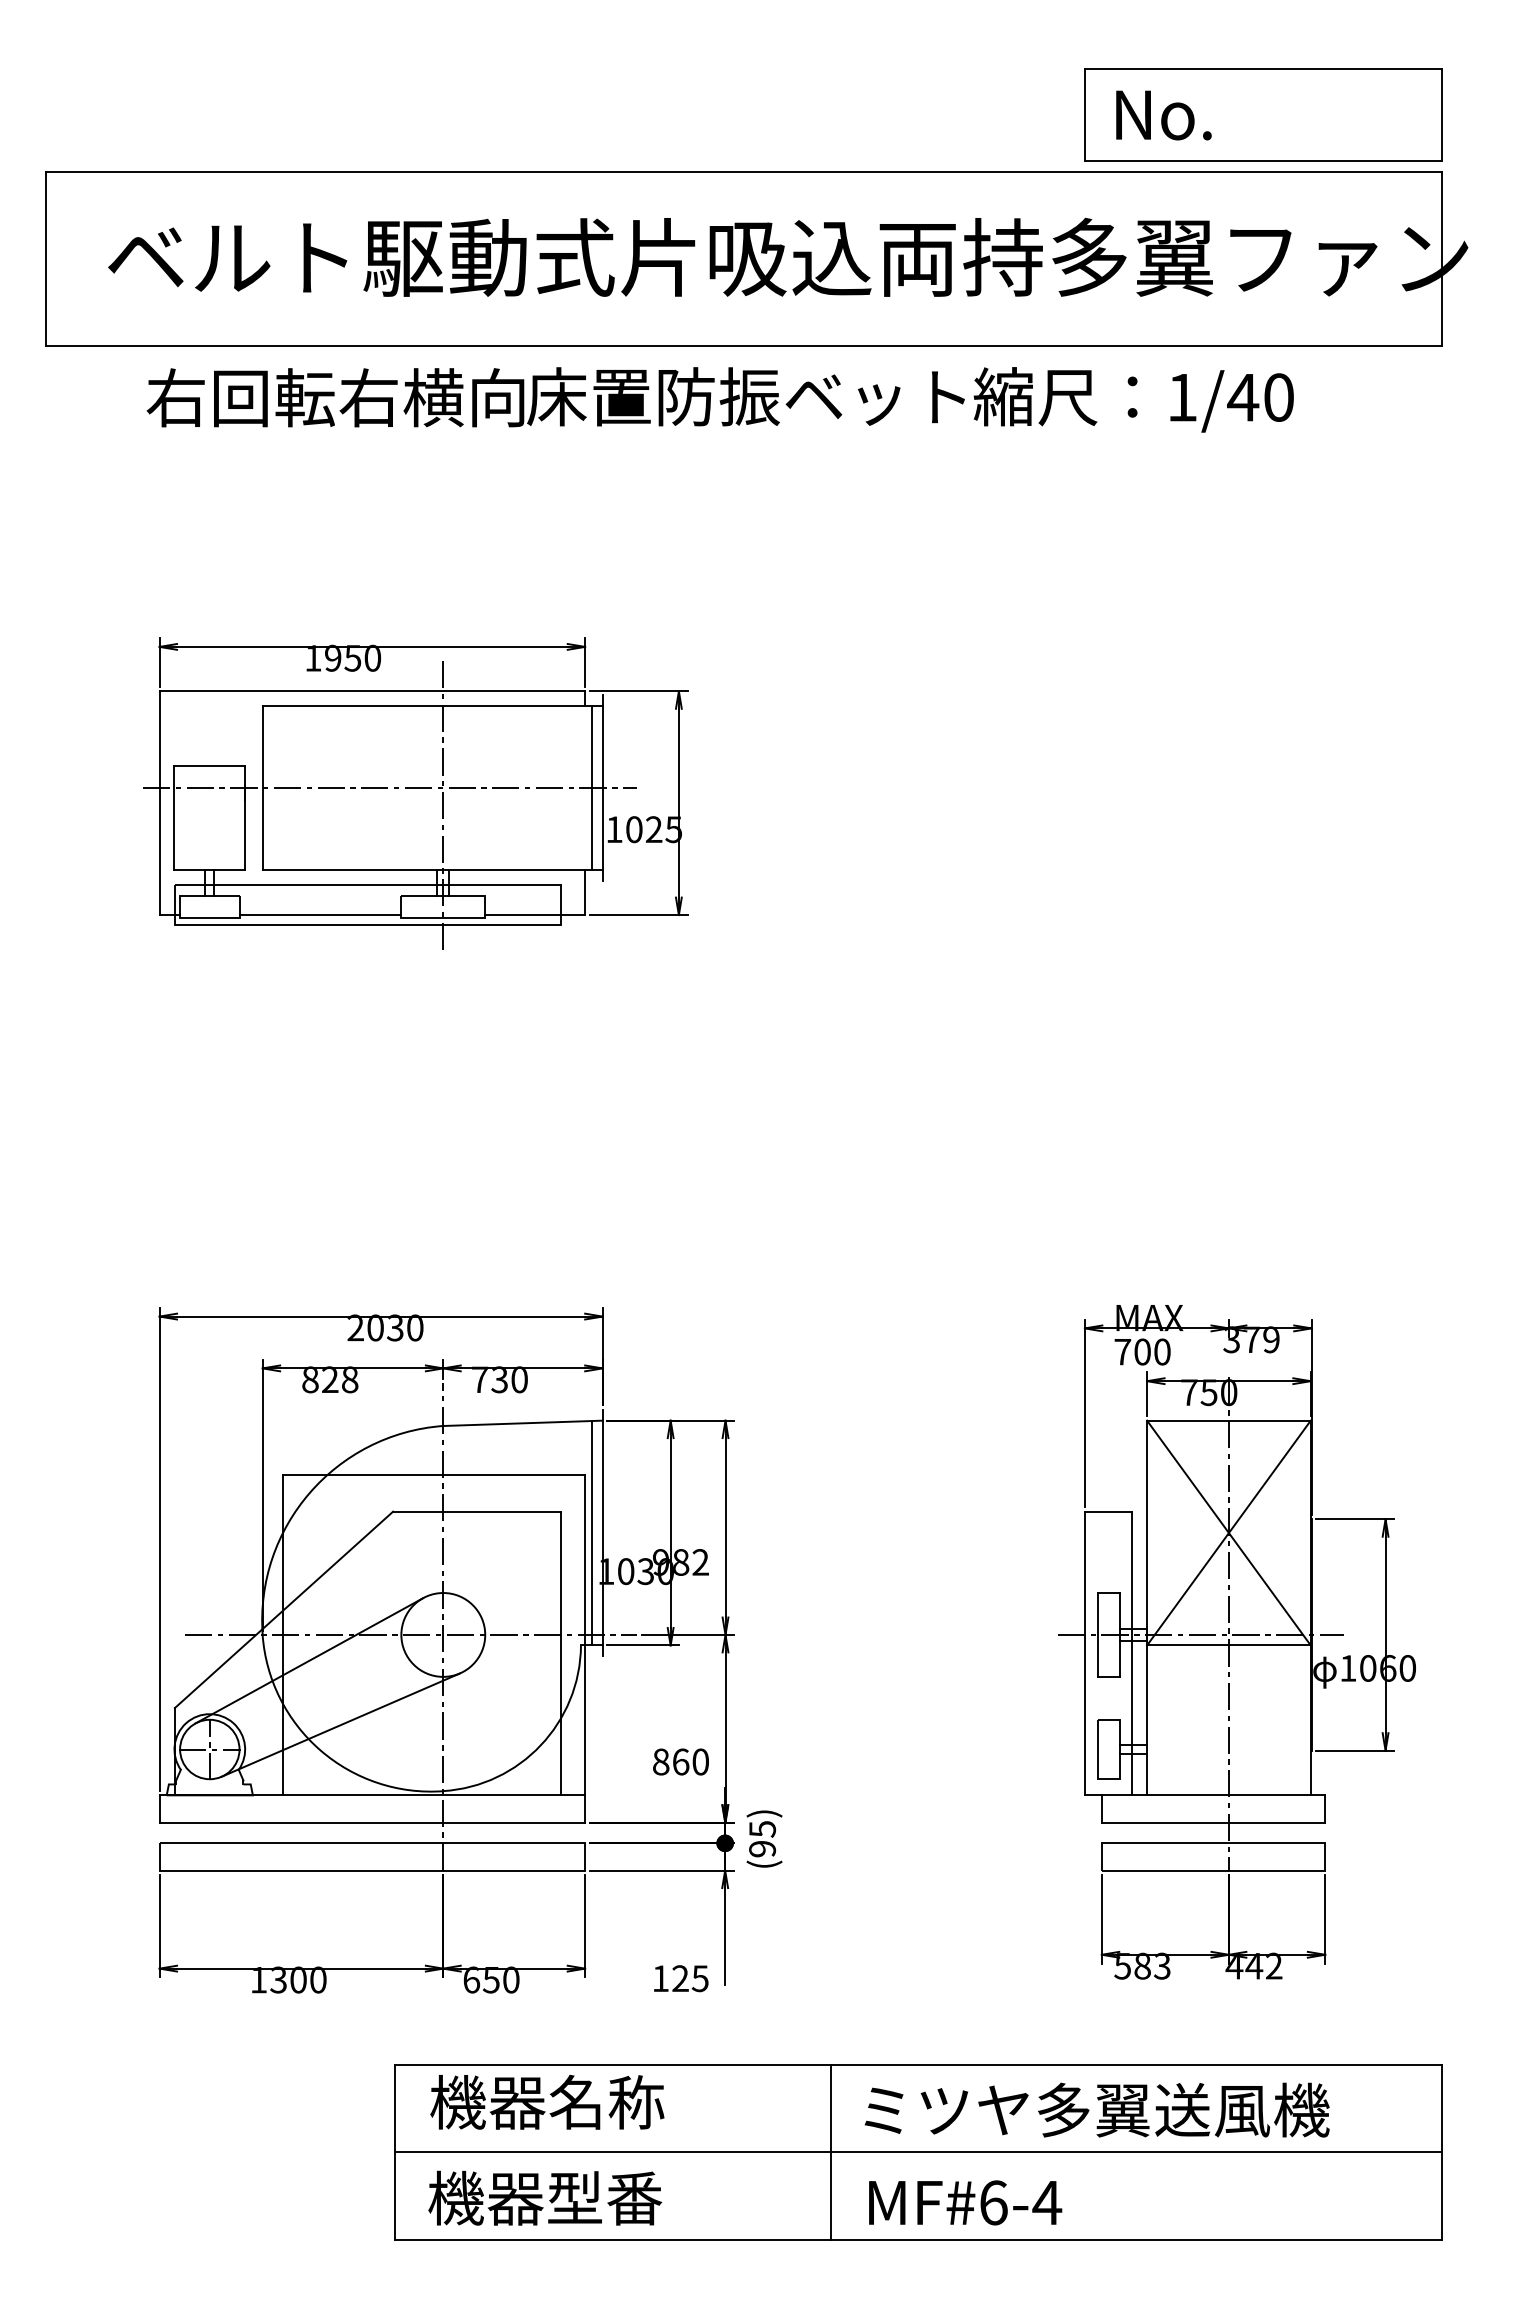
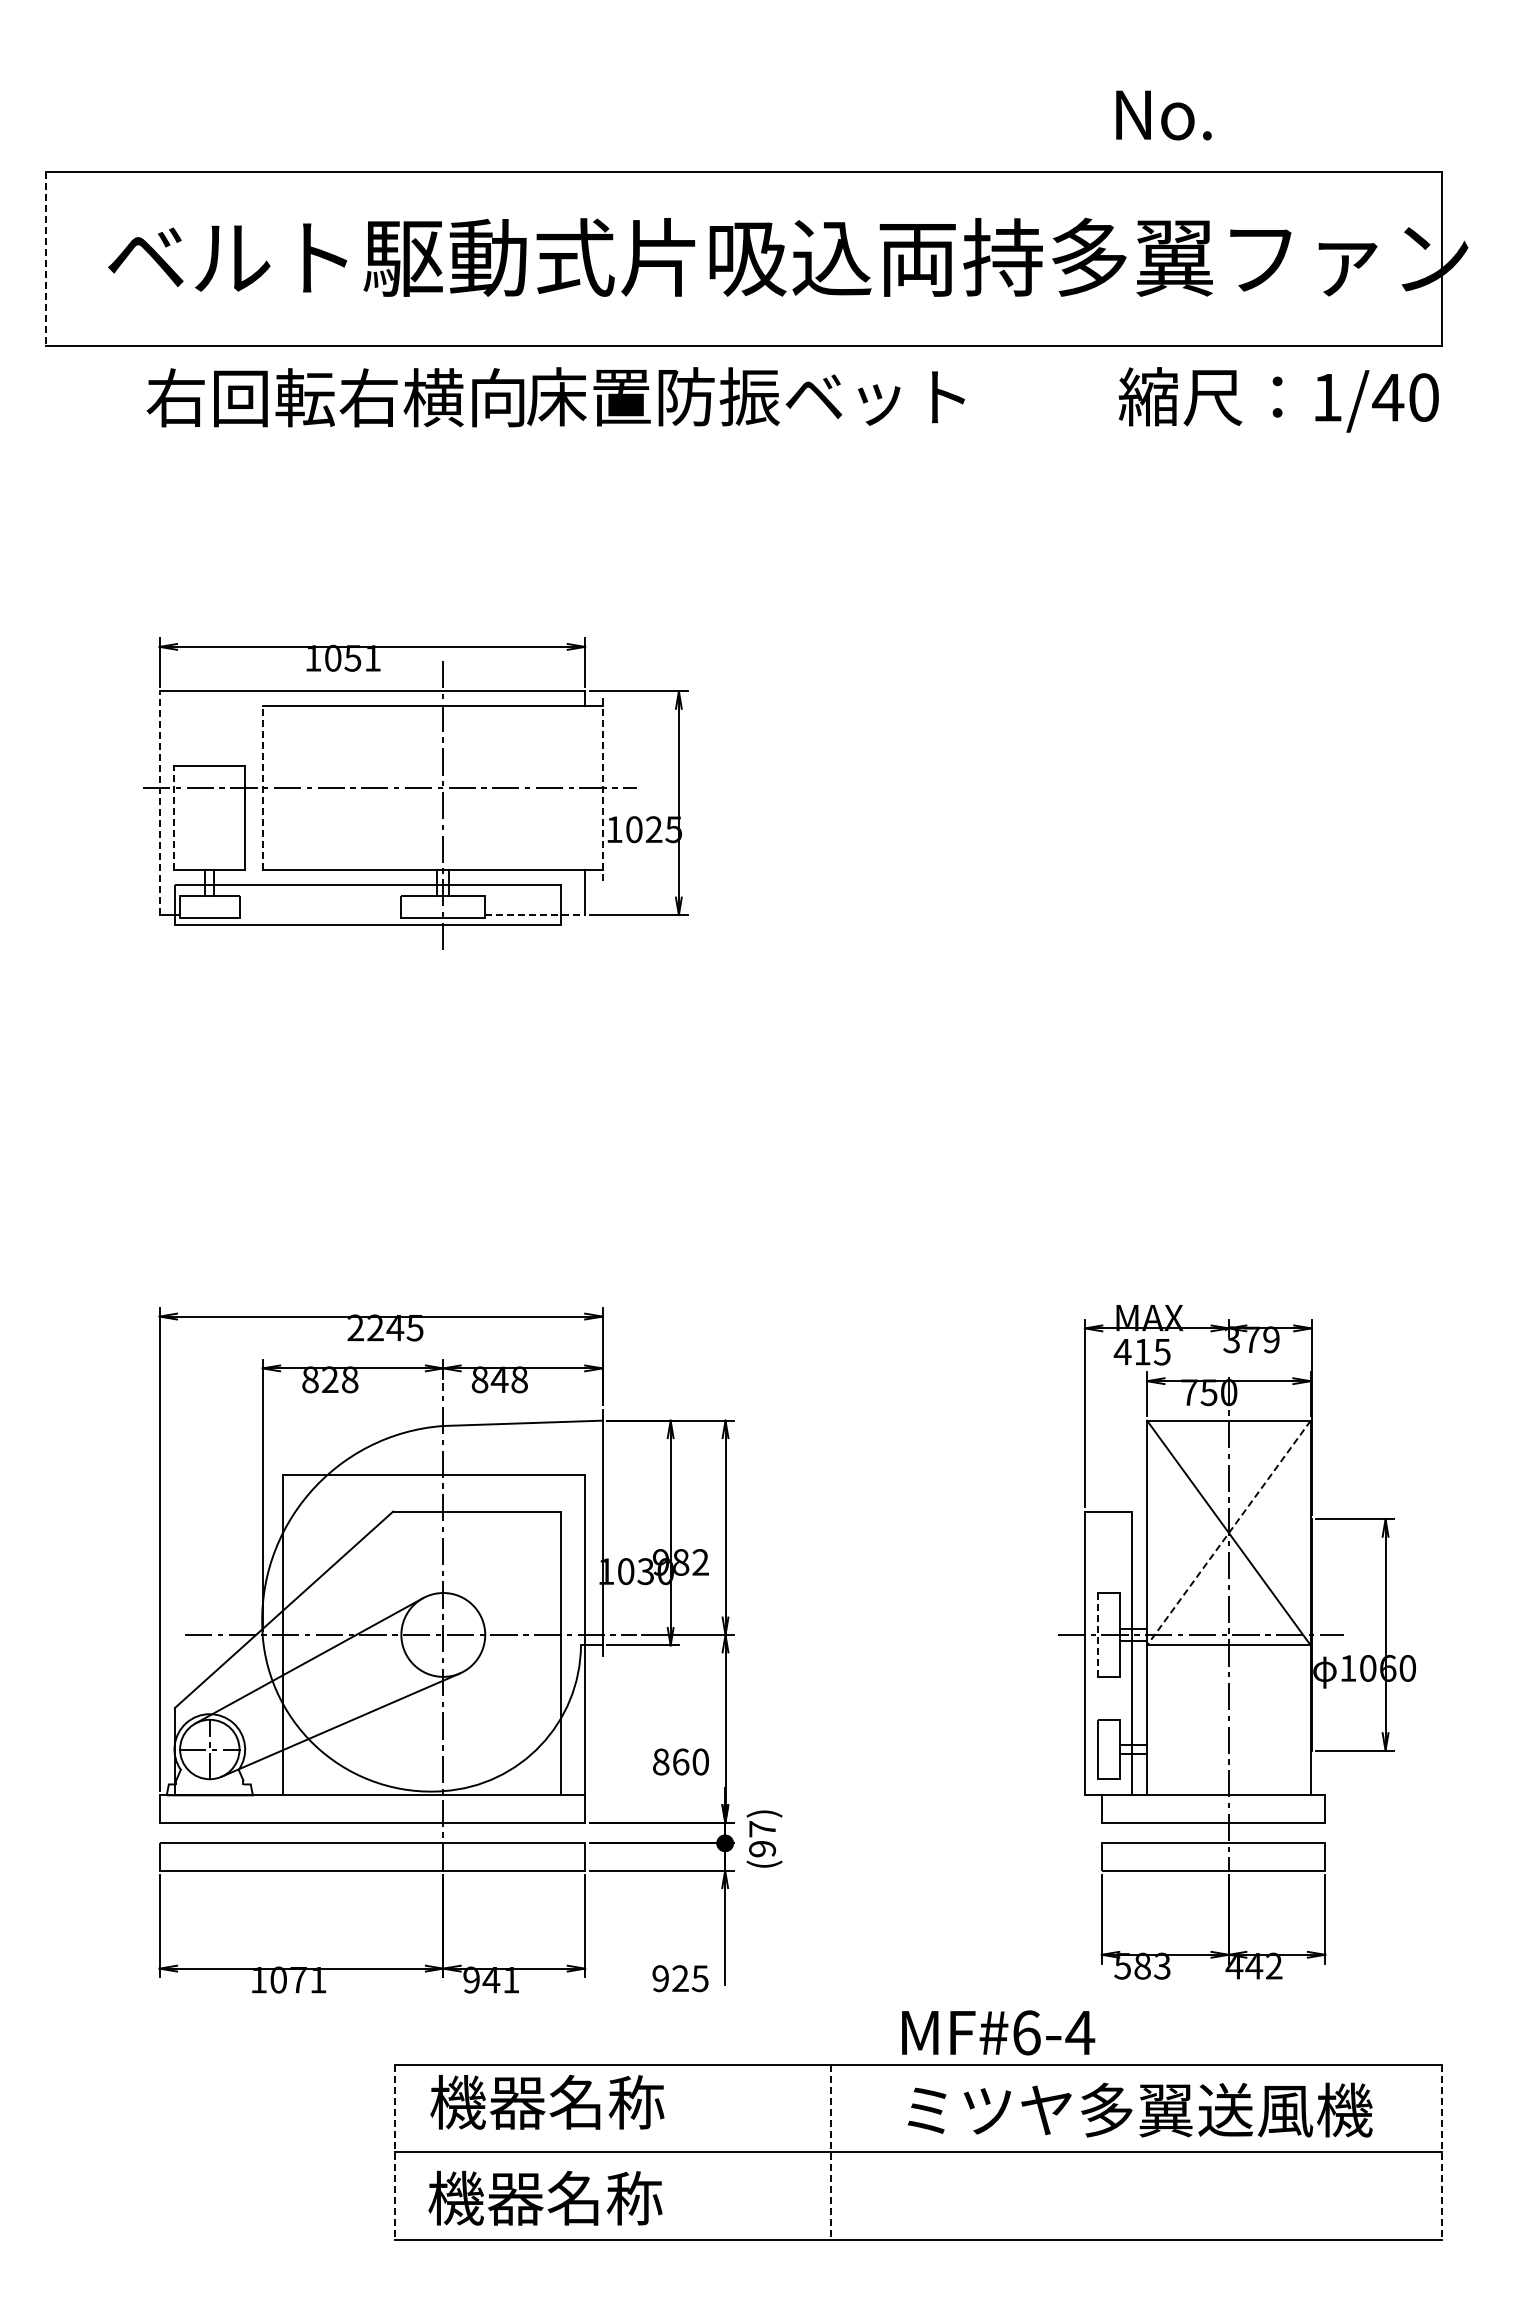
part at (1263, 114): present -> none
line at (45, 259): solid -> dashed
text at (1133, 399) position: (1133, 399) -> (1278, 399)
text at (353, 657): 1950 -> 1051
line at (262, 787): solid -> dashed
line at (591, 787): present -> none
line at (602, 787): solid -> dashed
line at (159, 803): solid -> dashed
line at (174, 818): solid -> dashed
line at (320, 915): present -> none
line at (535, 915): solid -> dashed
text at (395, 1327): 2030 -> 2245
text at (1141, 1351): 700 -> 415
text at (499, 1379): 730 -> 848
line at (591, 1533): present -> none
line at (1228, 1533): solid -> dashed
line at (1098, 1634): solid -> dashed
text at (762, 1829): (95) -> (97)
text at (660, 1978): 125 -> 925
text at (298, 1979): 1300 -> 1071
text at (491, 1979): 650 -> 941
text at (1096, 2109) position: (1096, 2109) -> (1139, 2109)
line at (394, 2152): solid -> dashed
line at (831, 2152): solid -> dashed
line at (1442, 2152): solid -> dashed
text at (604, 2197): 機器型番 -> 機器名称
text at (965, 2202) position: (965, 2202) -> (998, 2032)
